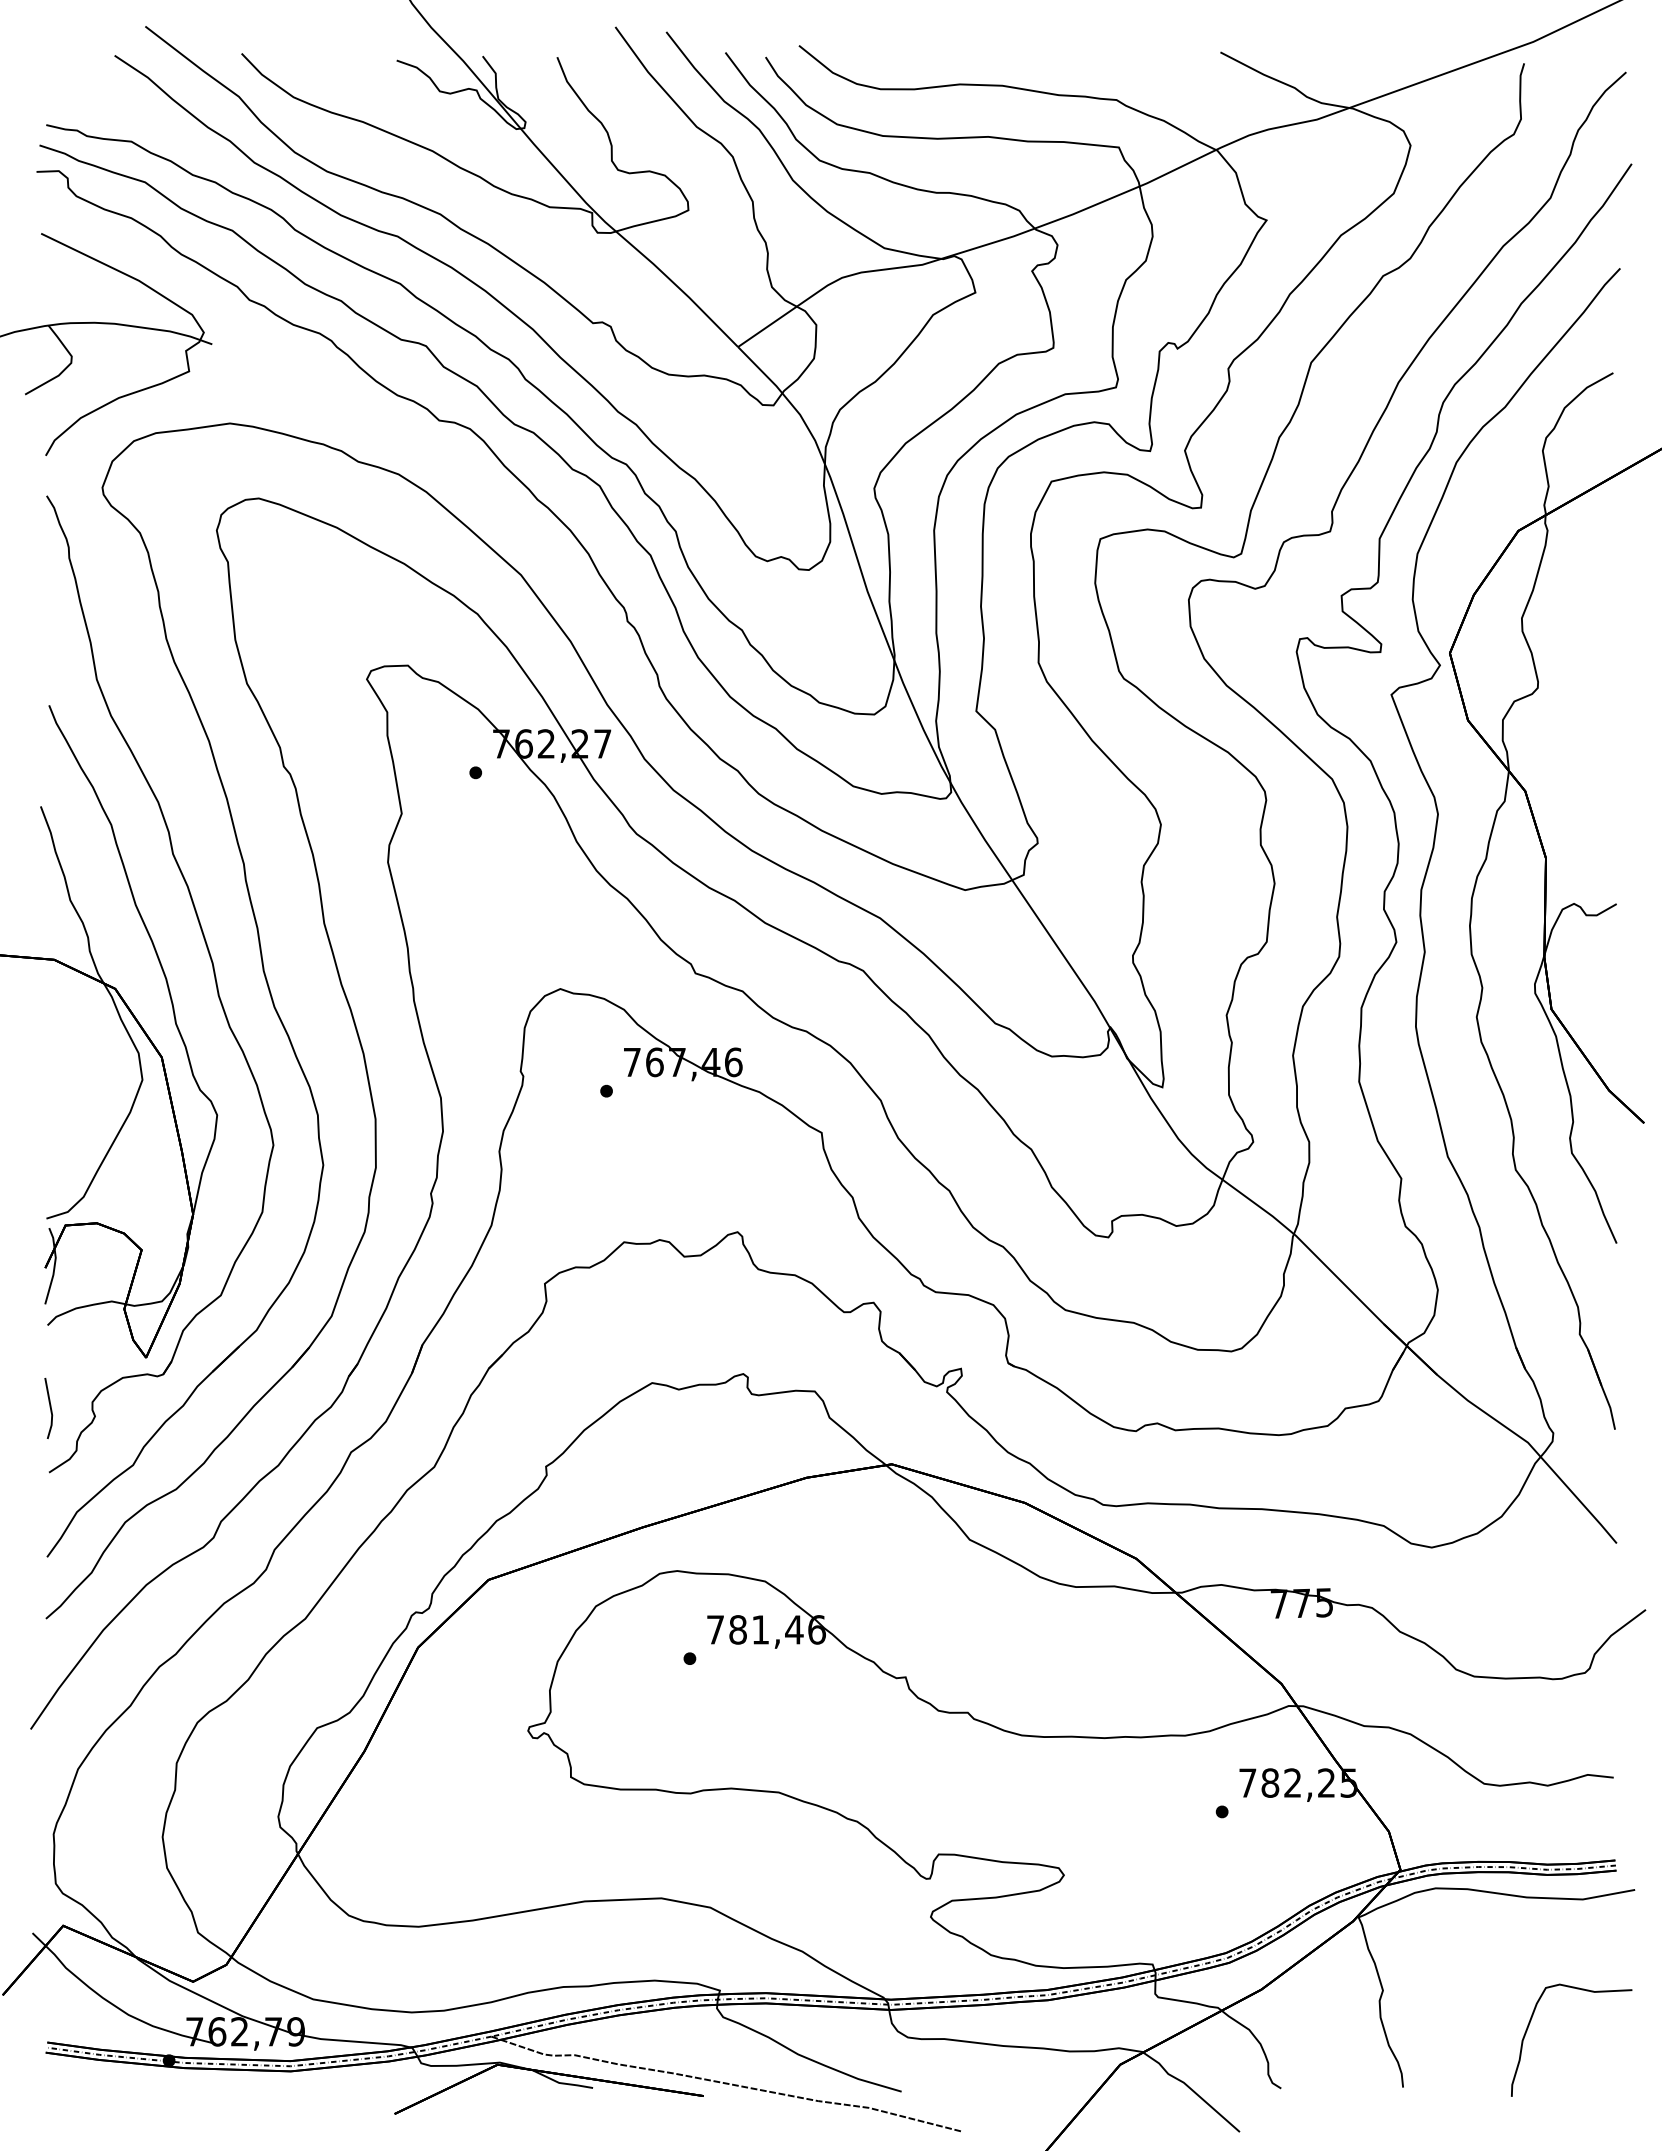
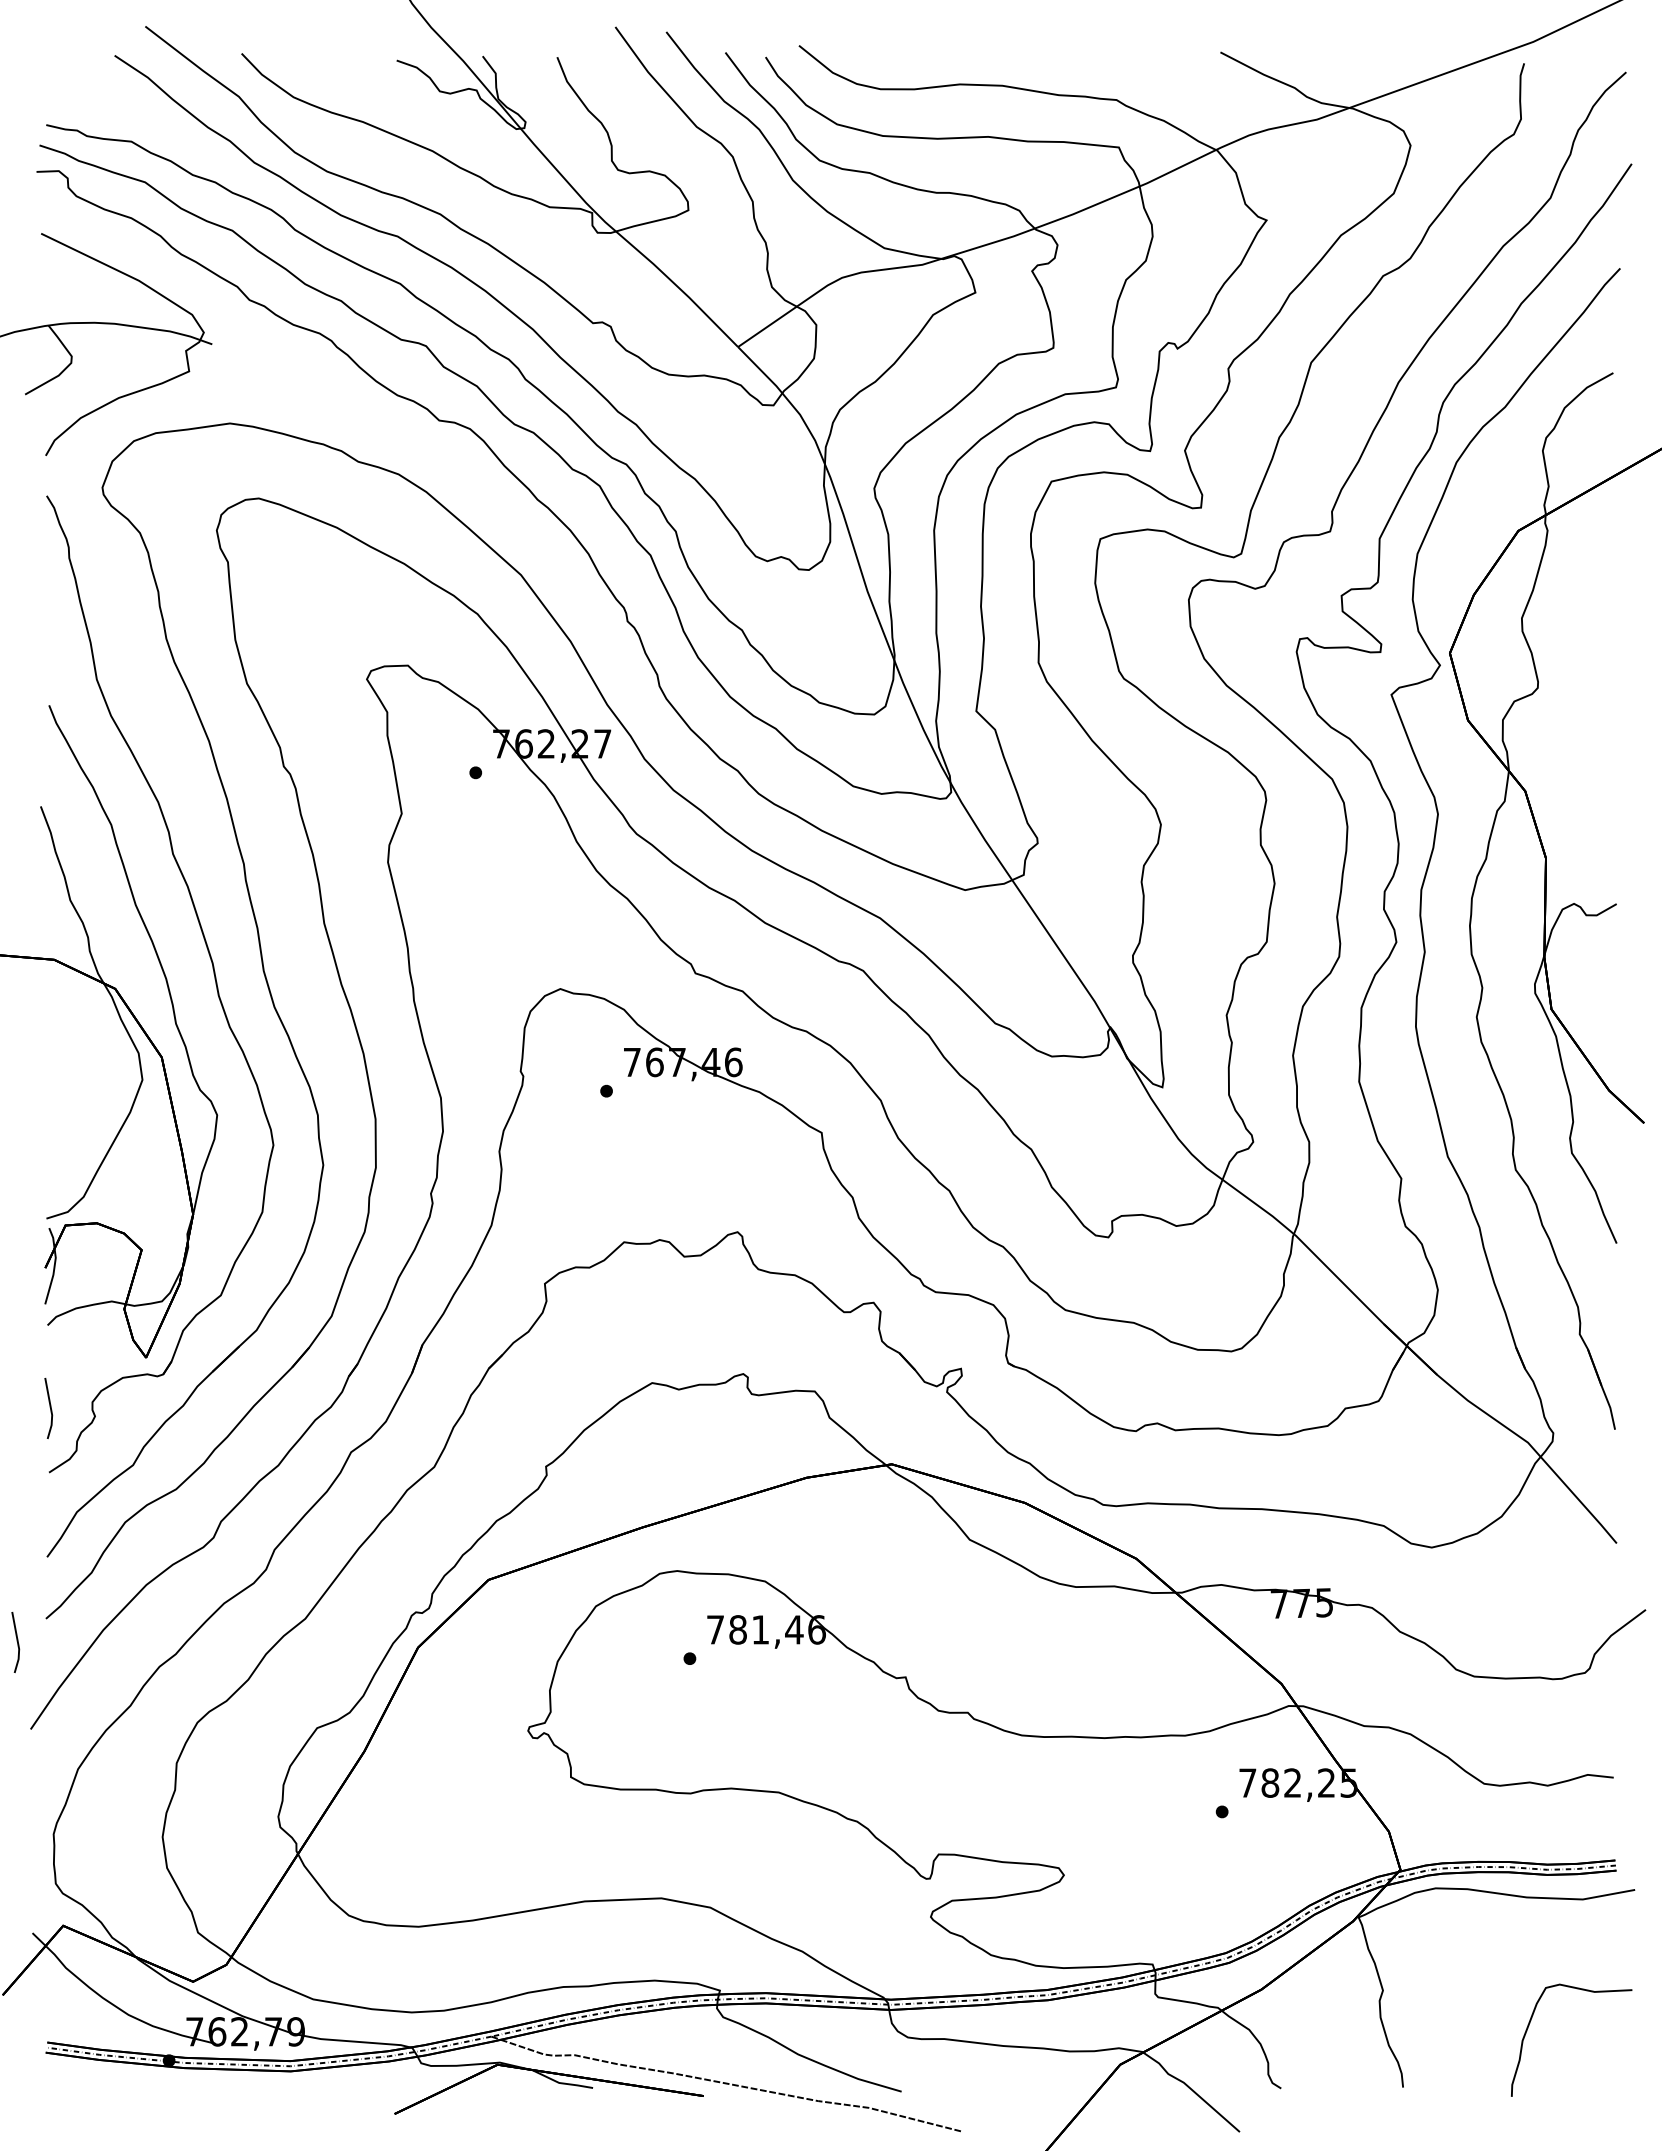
line at (16, 1641): none -> present
